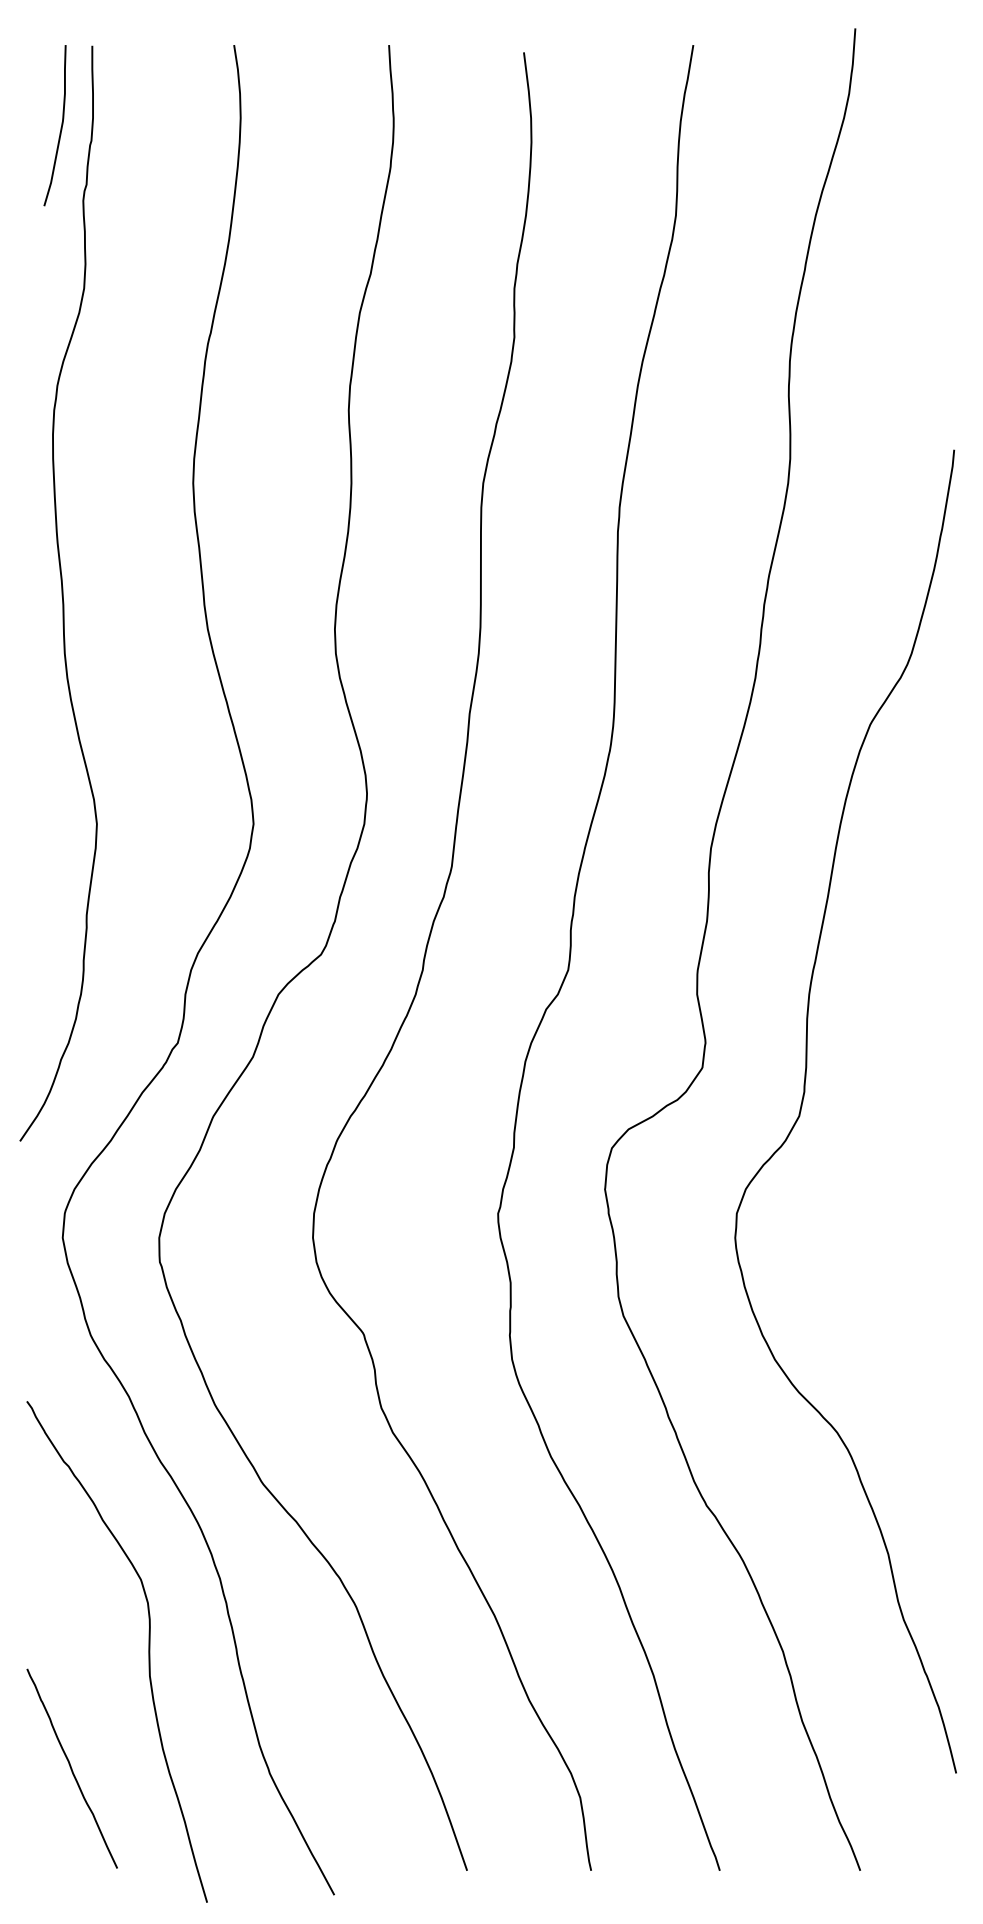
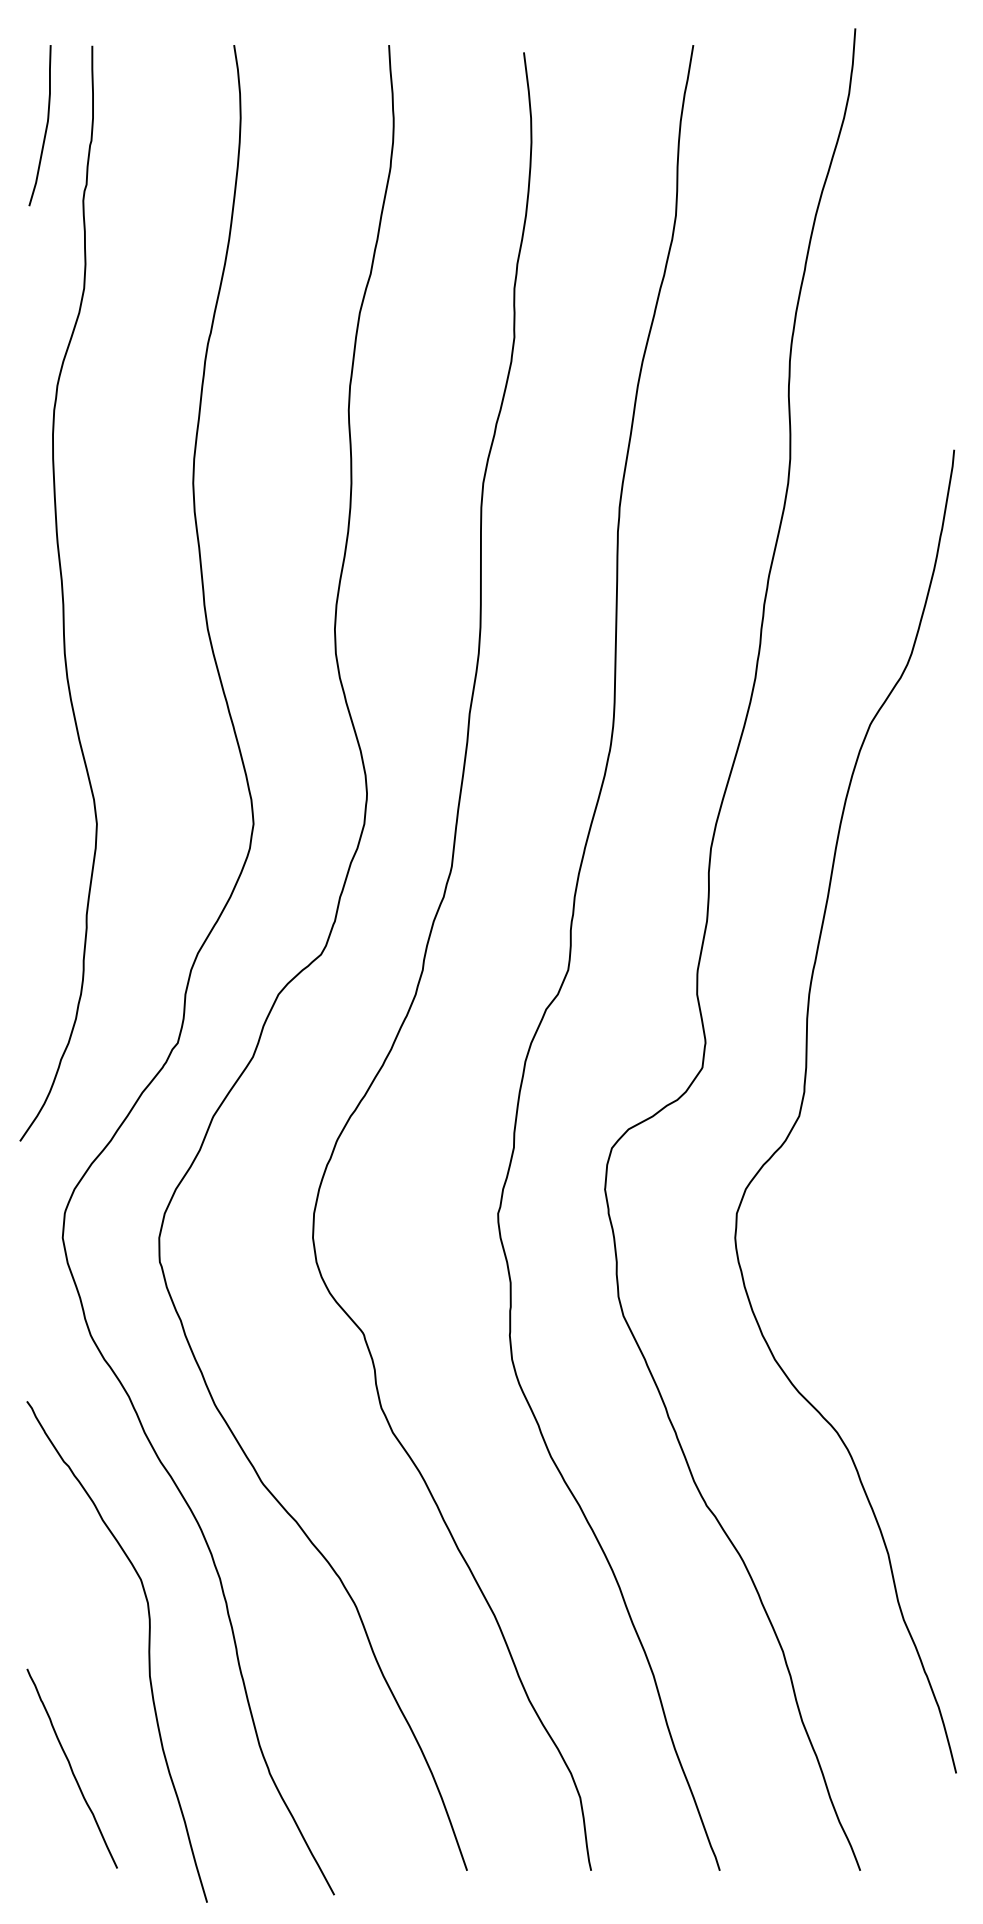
curve at (60, 127) position: (60, 127) -> (45, 127)
